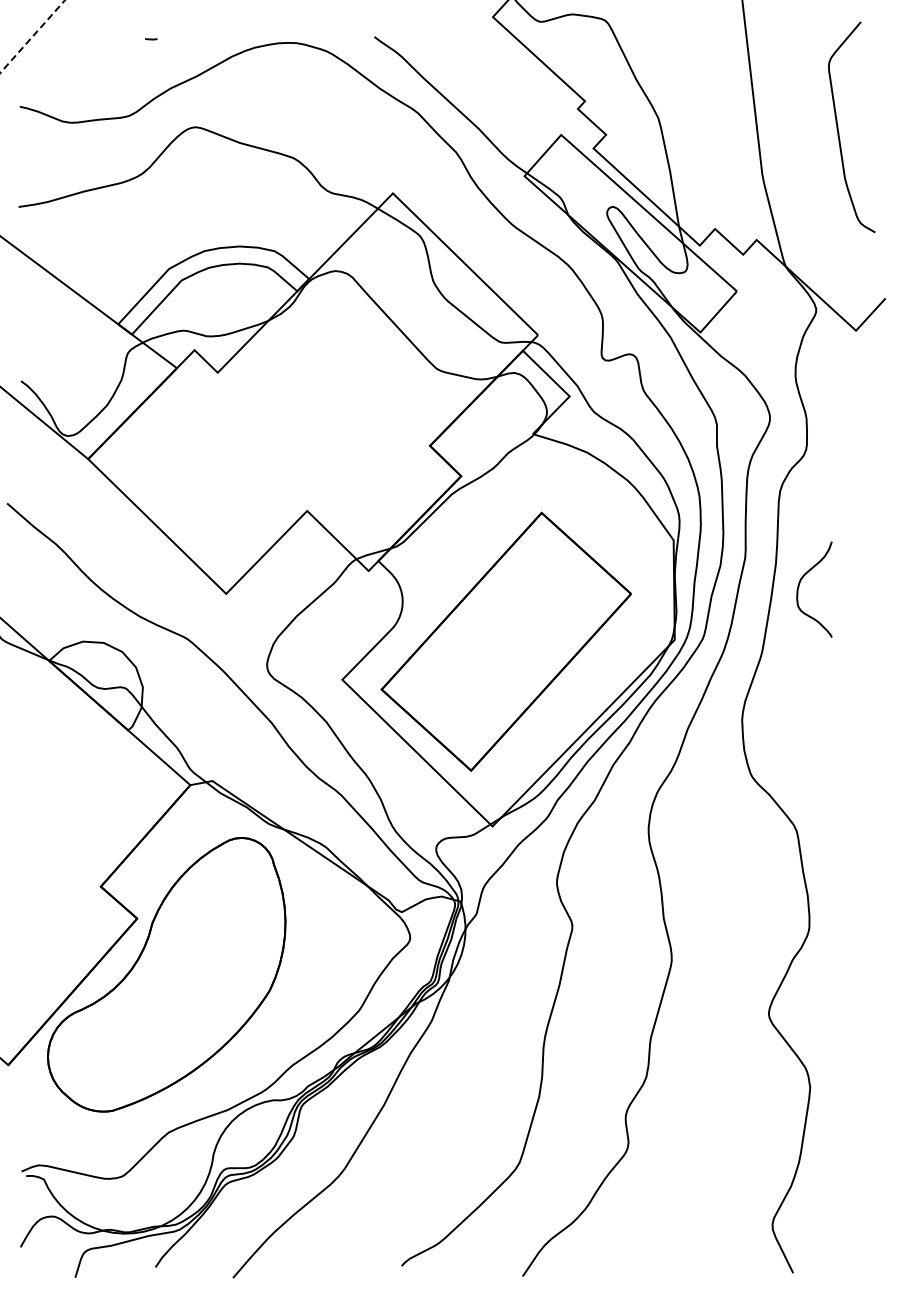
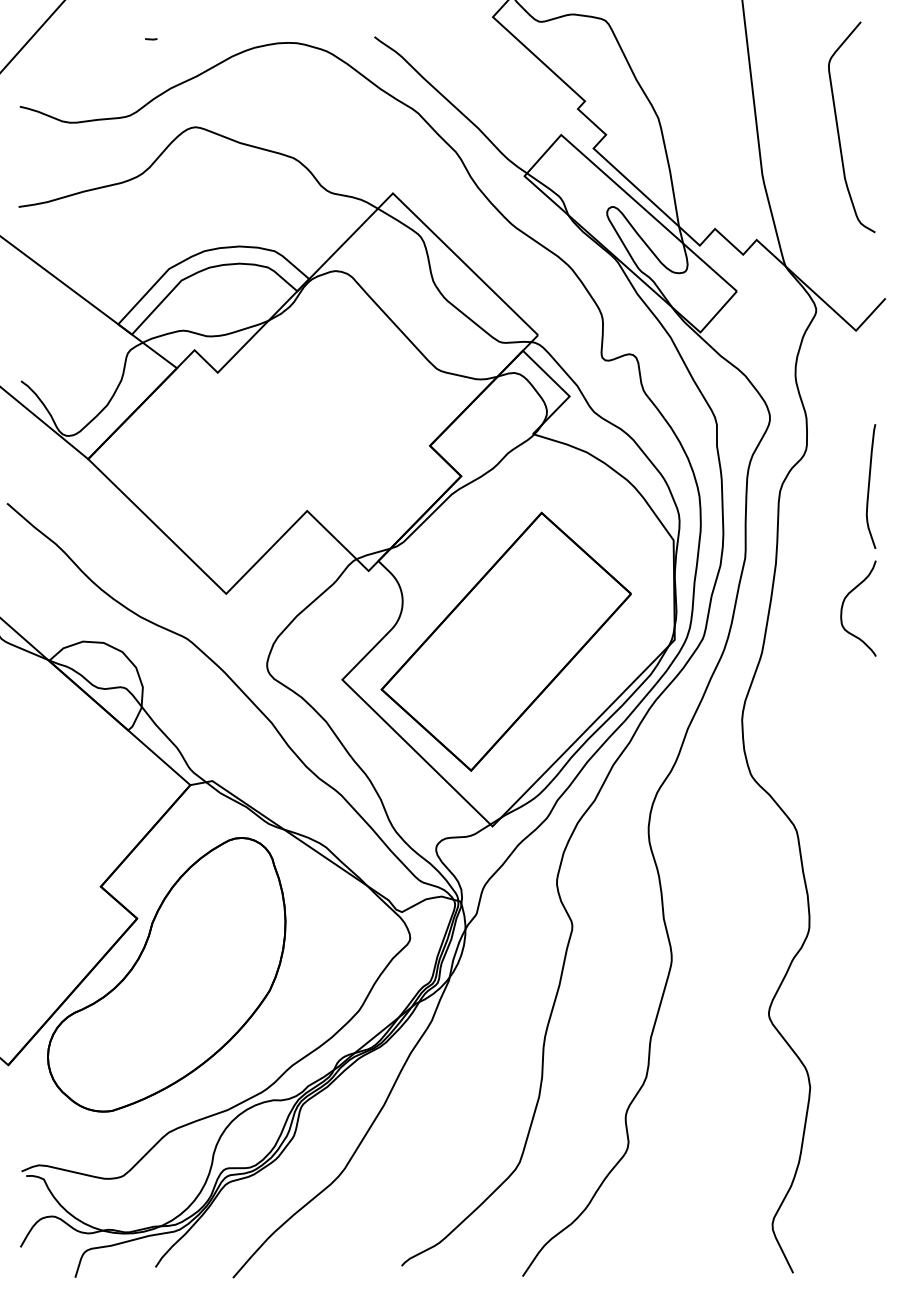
line at (32, 36): dashed -> solid
curve at (869, 486): none -> present
curve at (799, 587) position: (799, 587) -> (843, 606)
